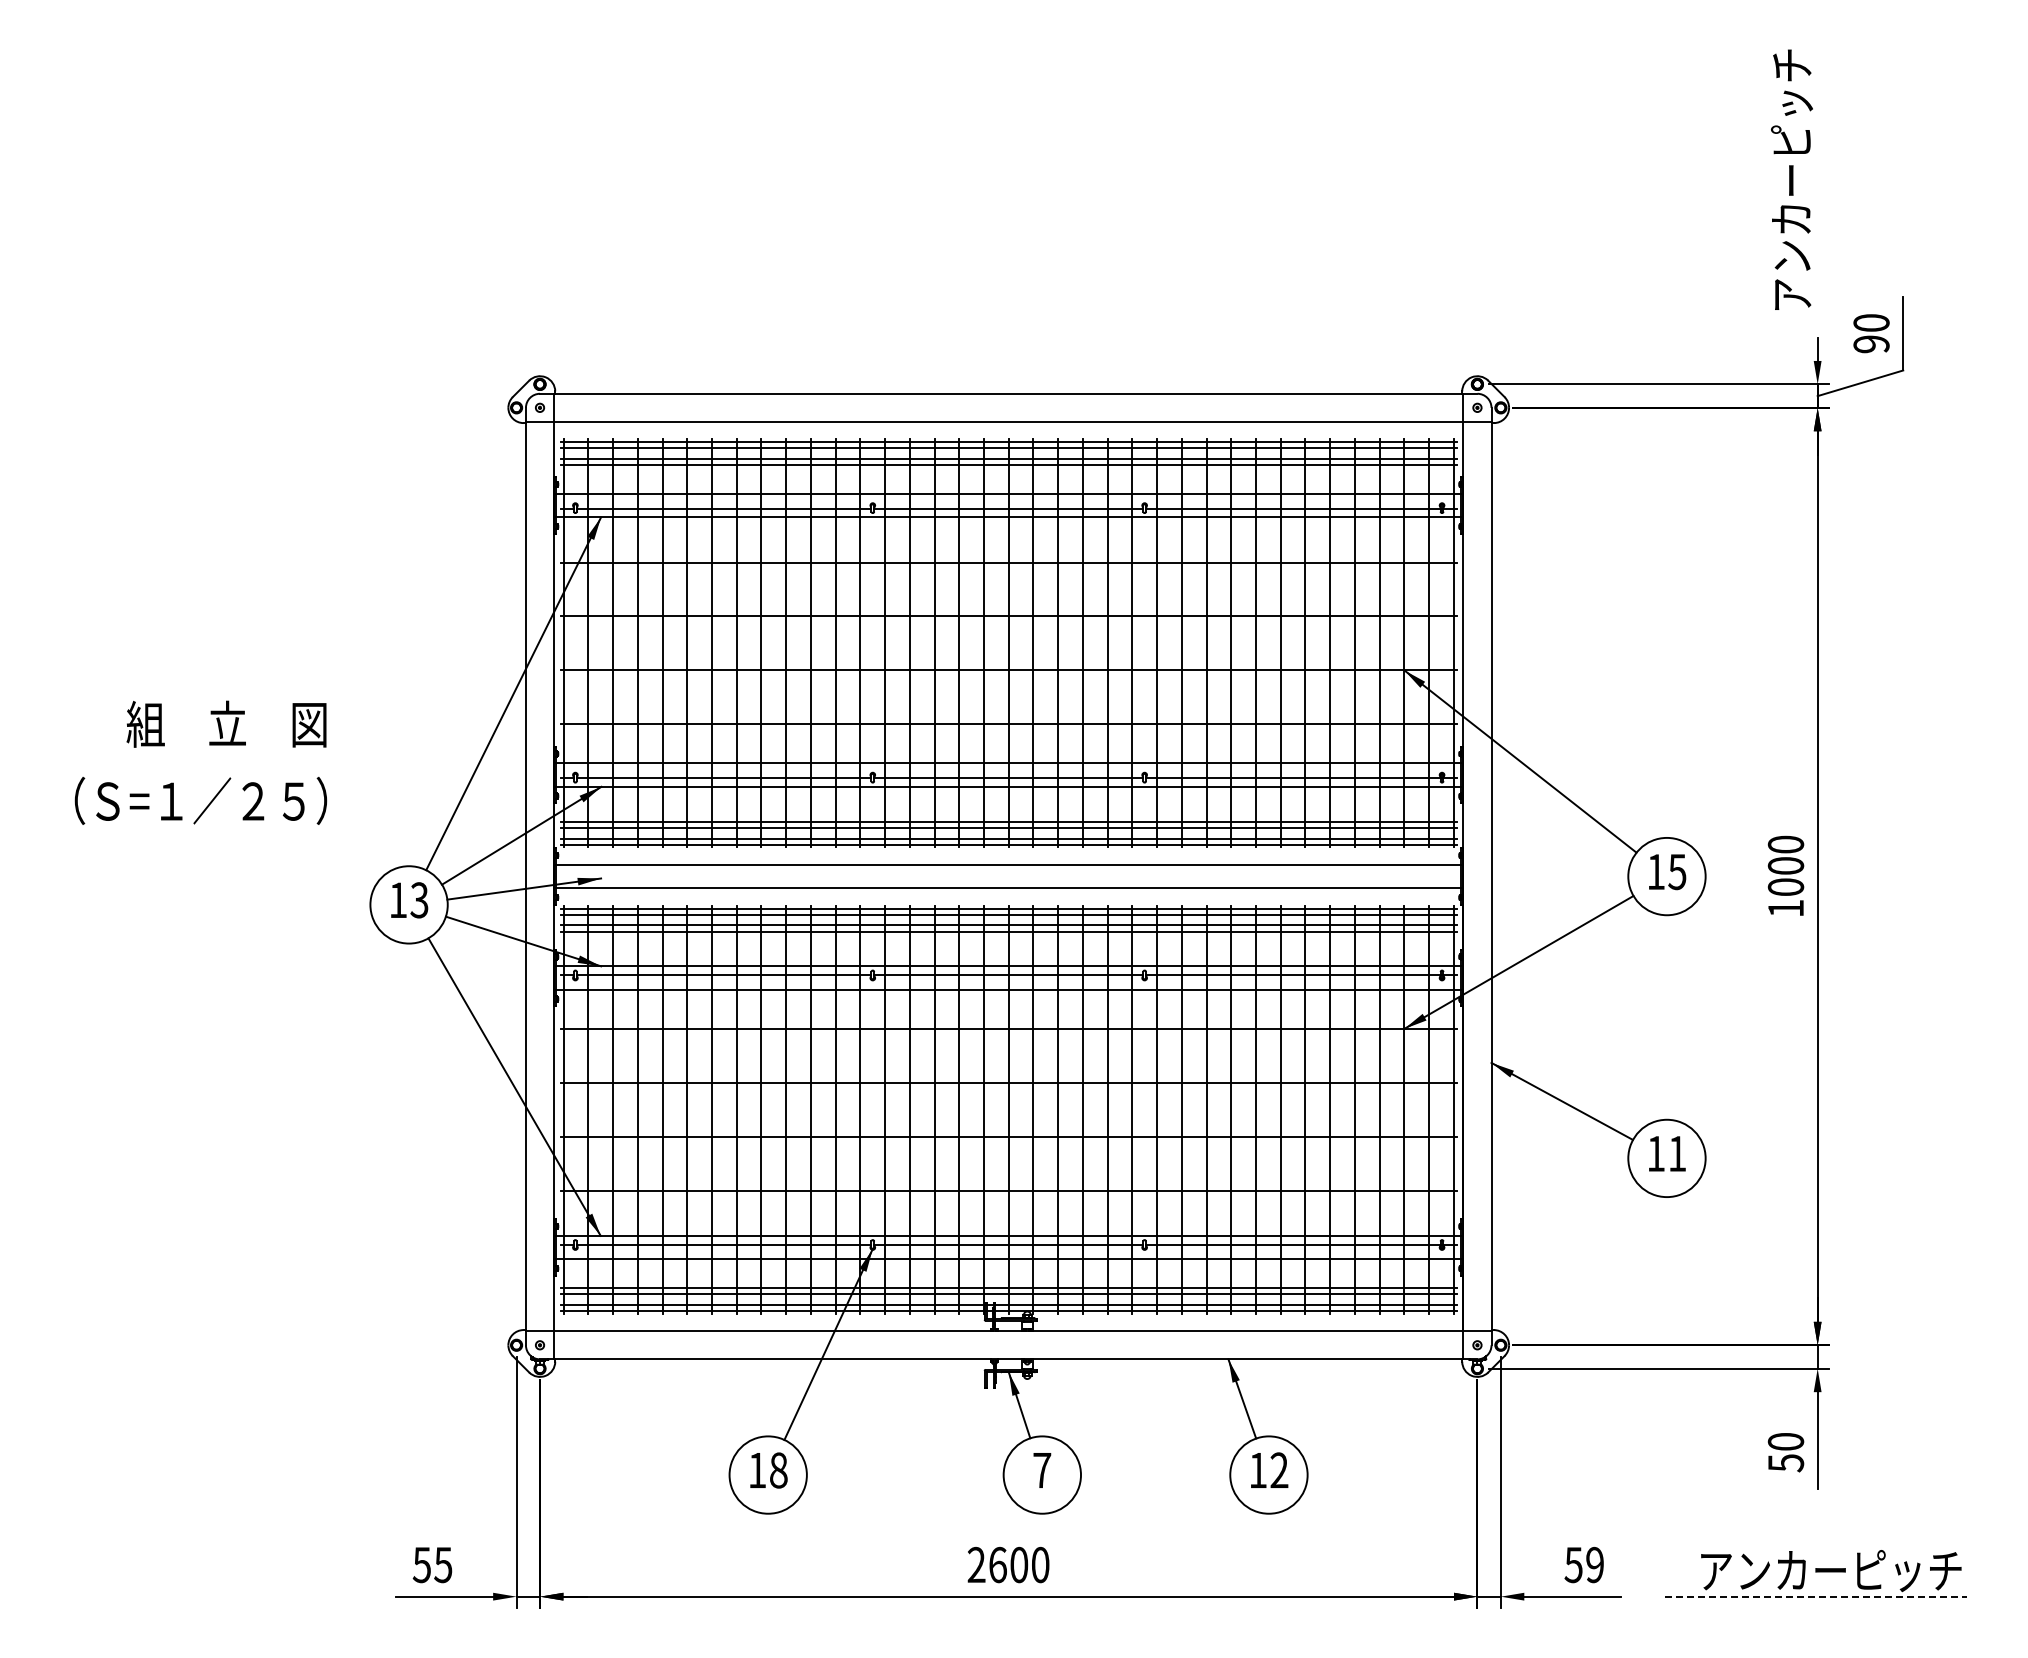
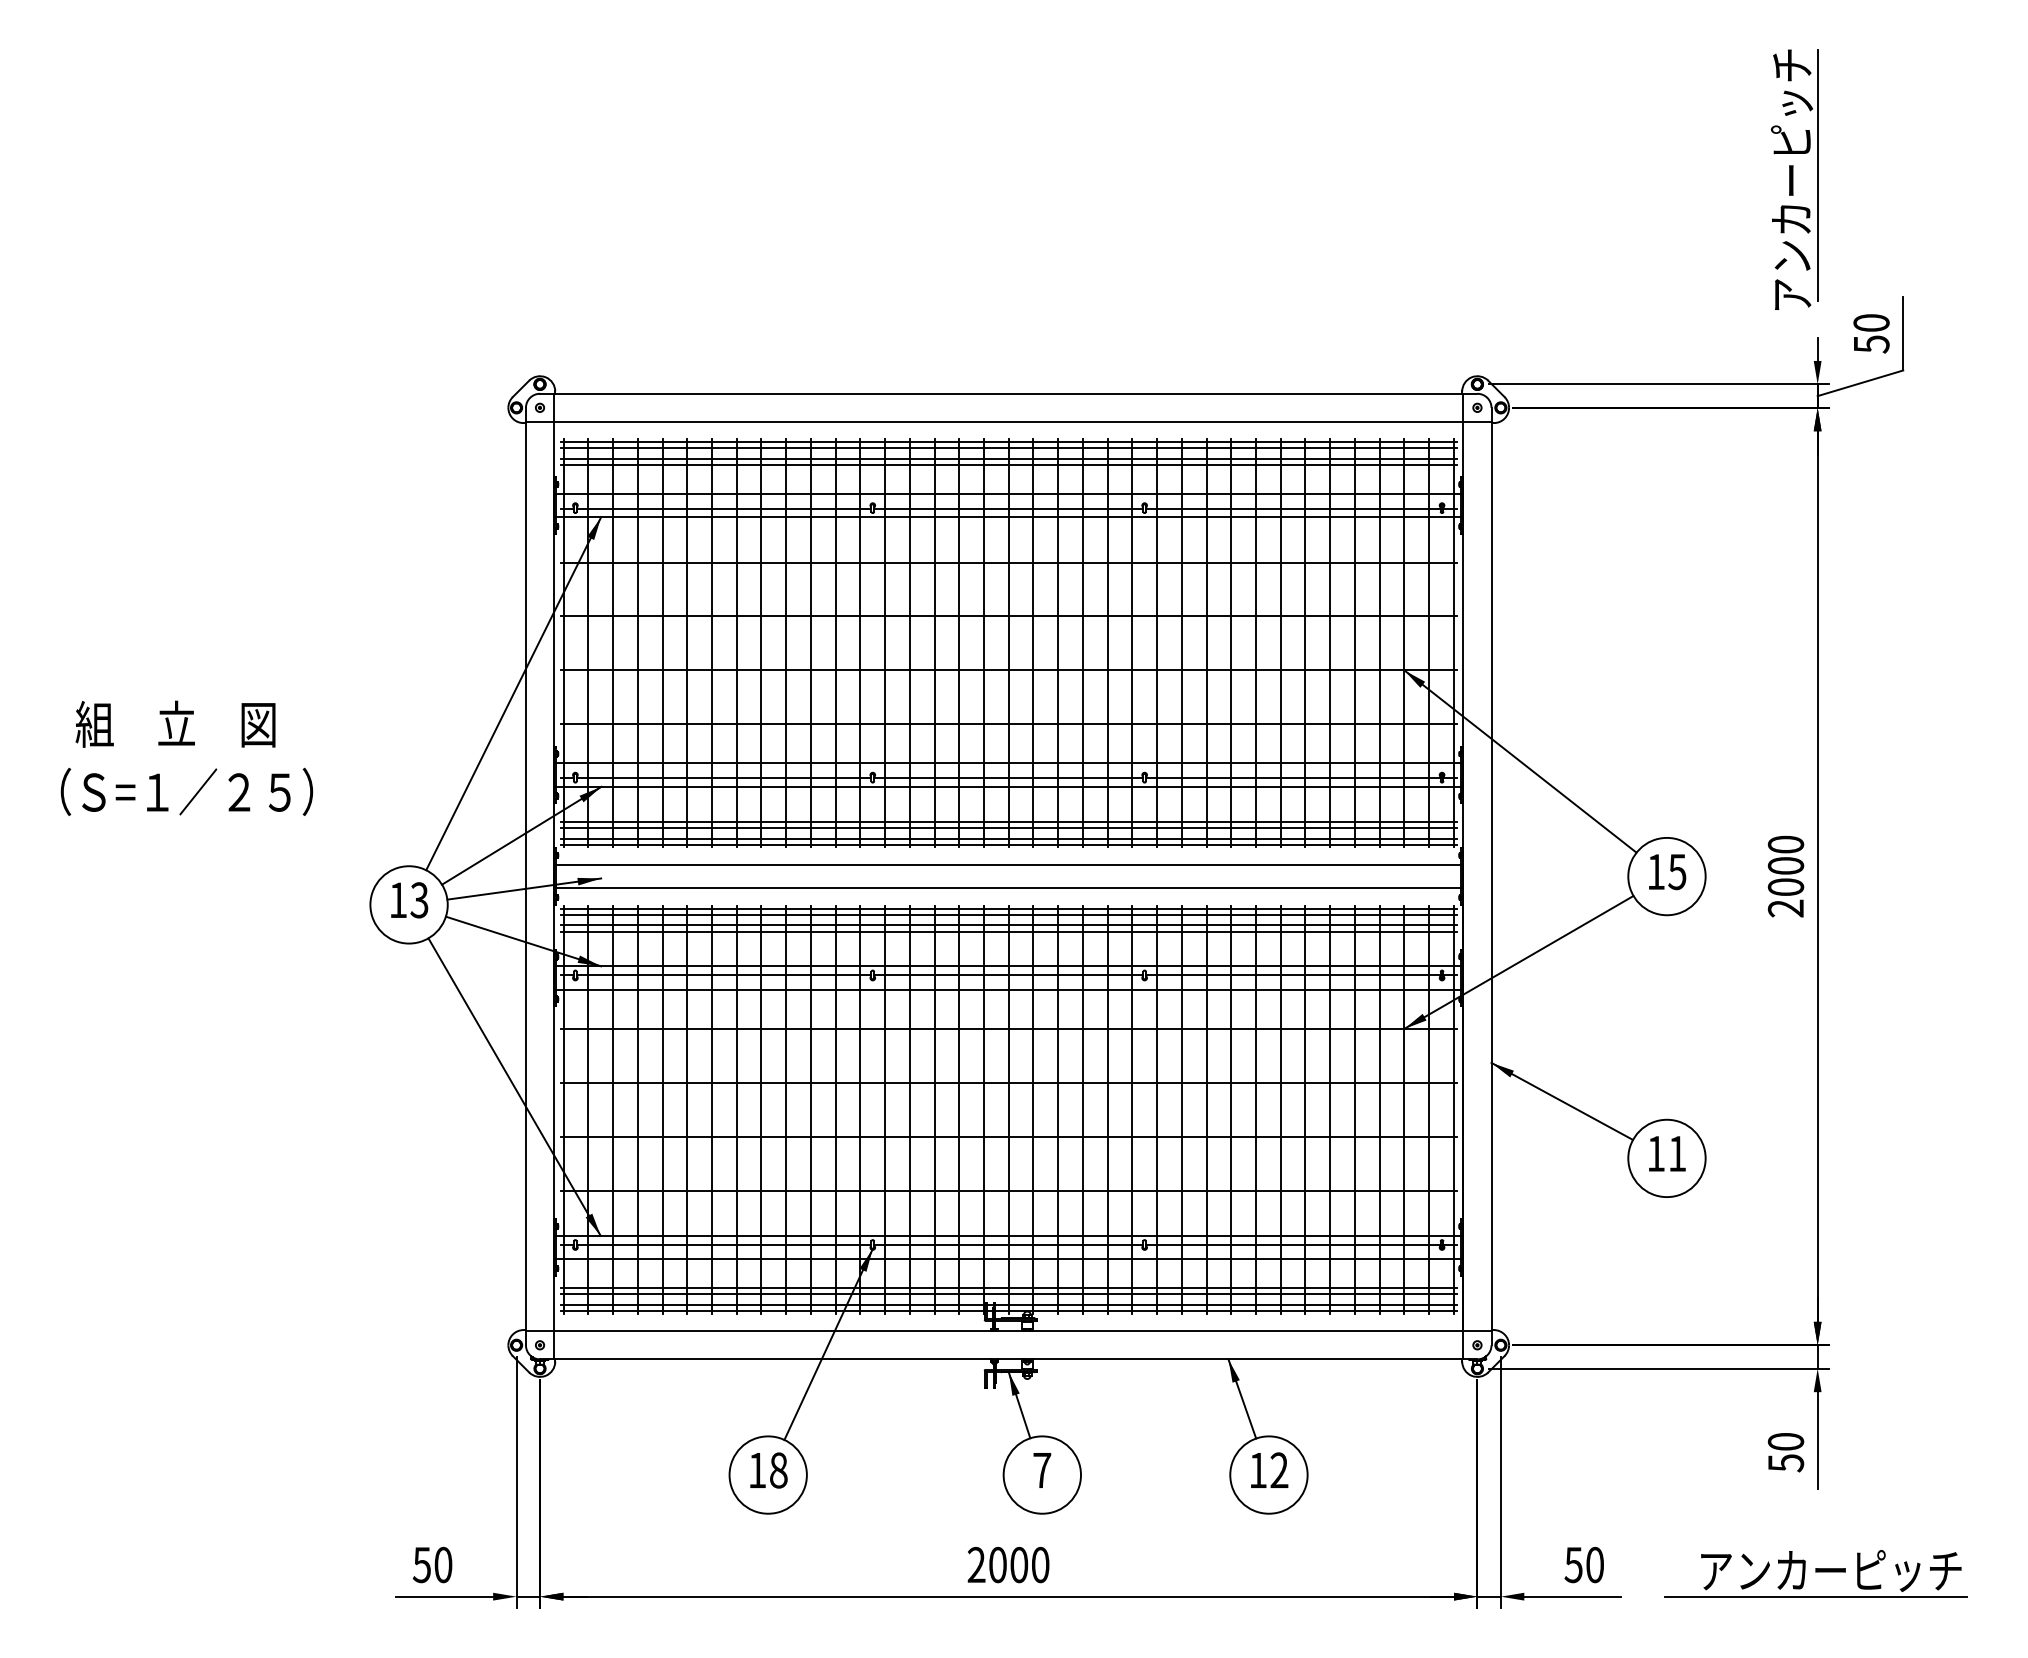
line at (1817, 174): none -> present
text at (1871, 344): 90 -> 50
text at (226, 723) position: (226, 723) -> (175, 723)
text at (200, 800) position: (200, 800) -> (186, 791)
text at (1785, 908): 1000 -> 2000
text at (443, 1564): 55 -> 50
text at (997, 1564): 2600 -> 2000
text at (1594, 1565): 59 -> 50
line at (1816, 1596): dashed -> solid
